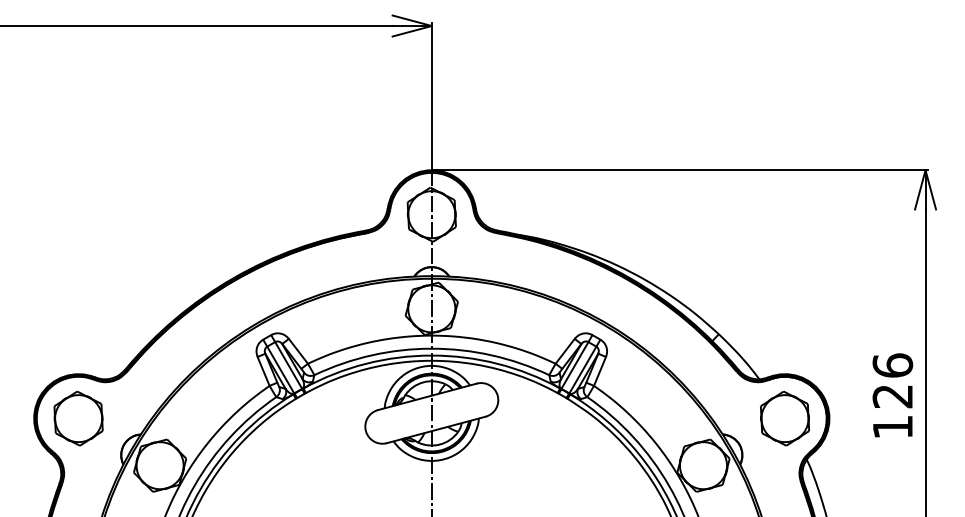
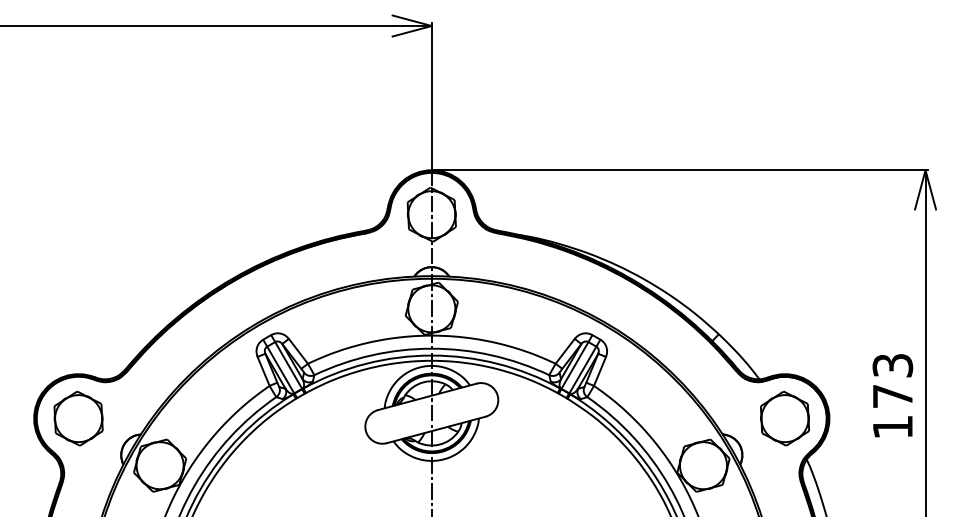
text at (892, 380): 126 -> 173
